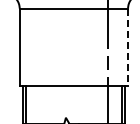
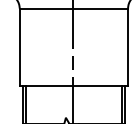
line at (128, 47): dashed -> solid
line at (108, 61) position: (108, 61) -> (73, 61)
